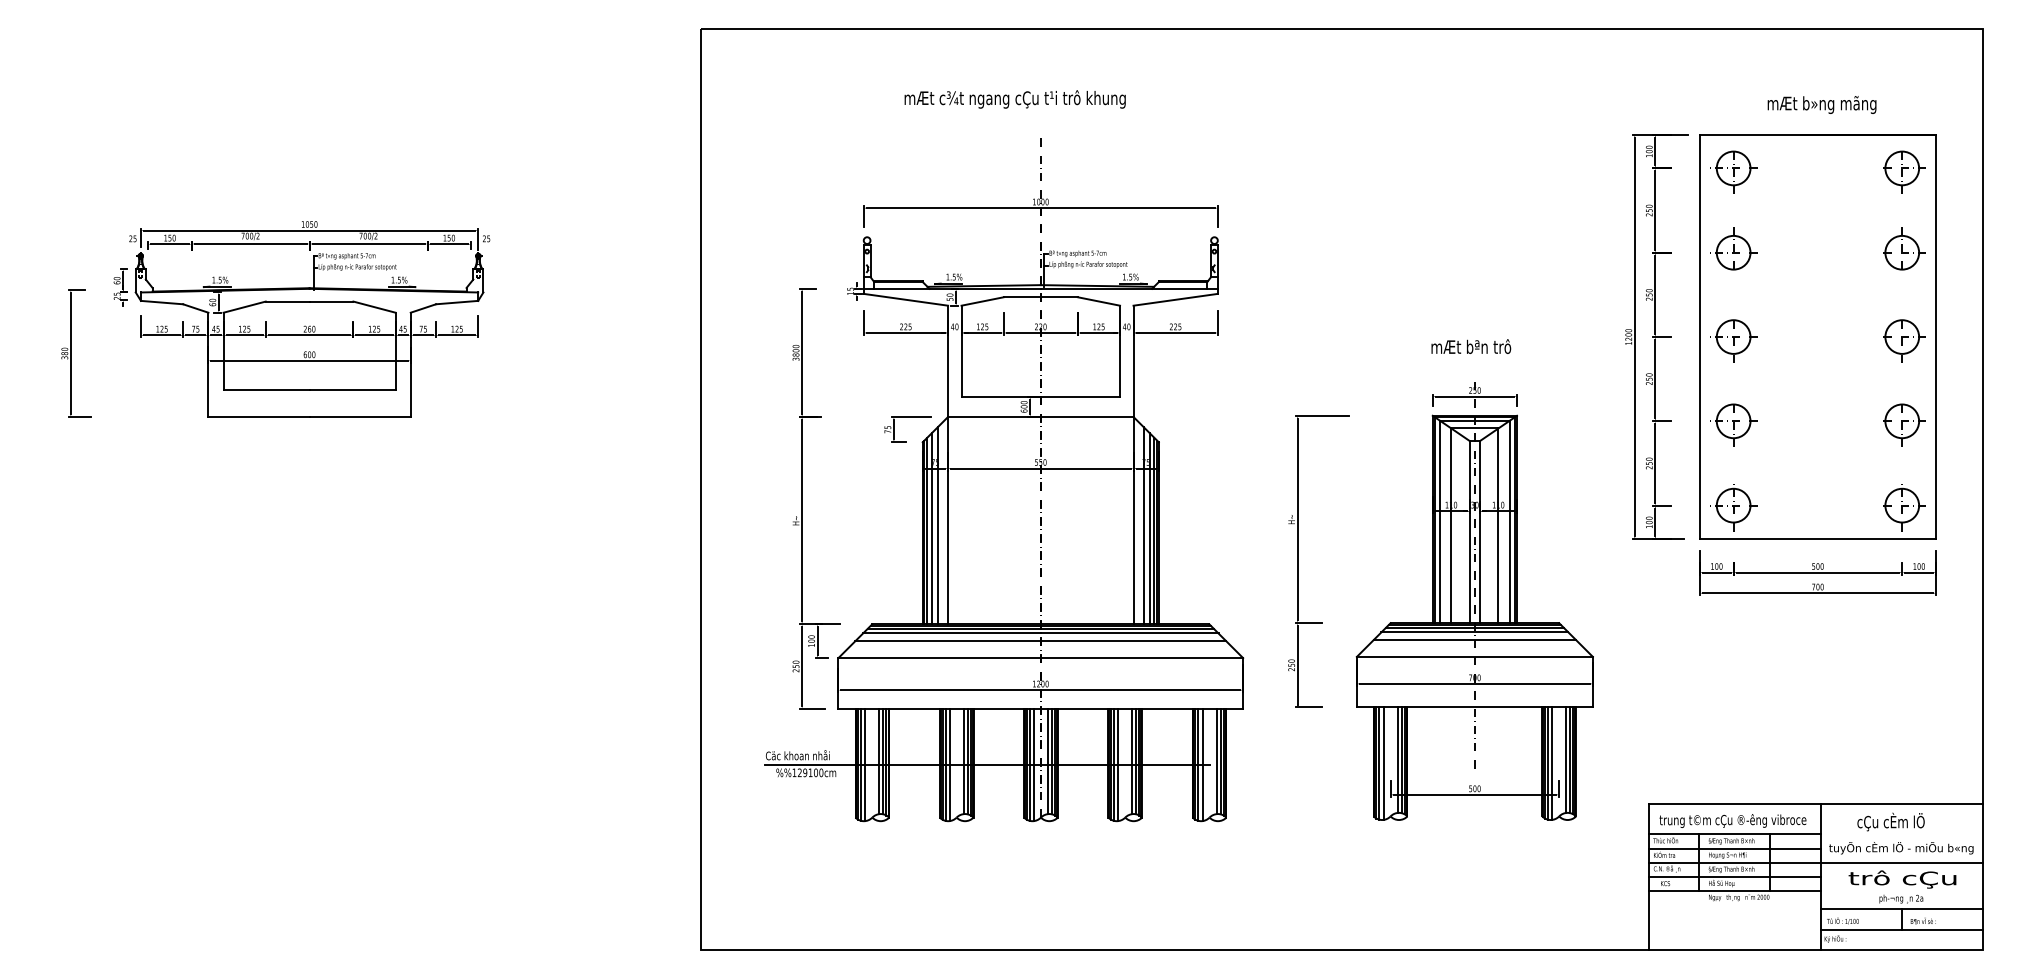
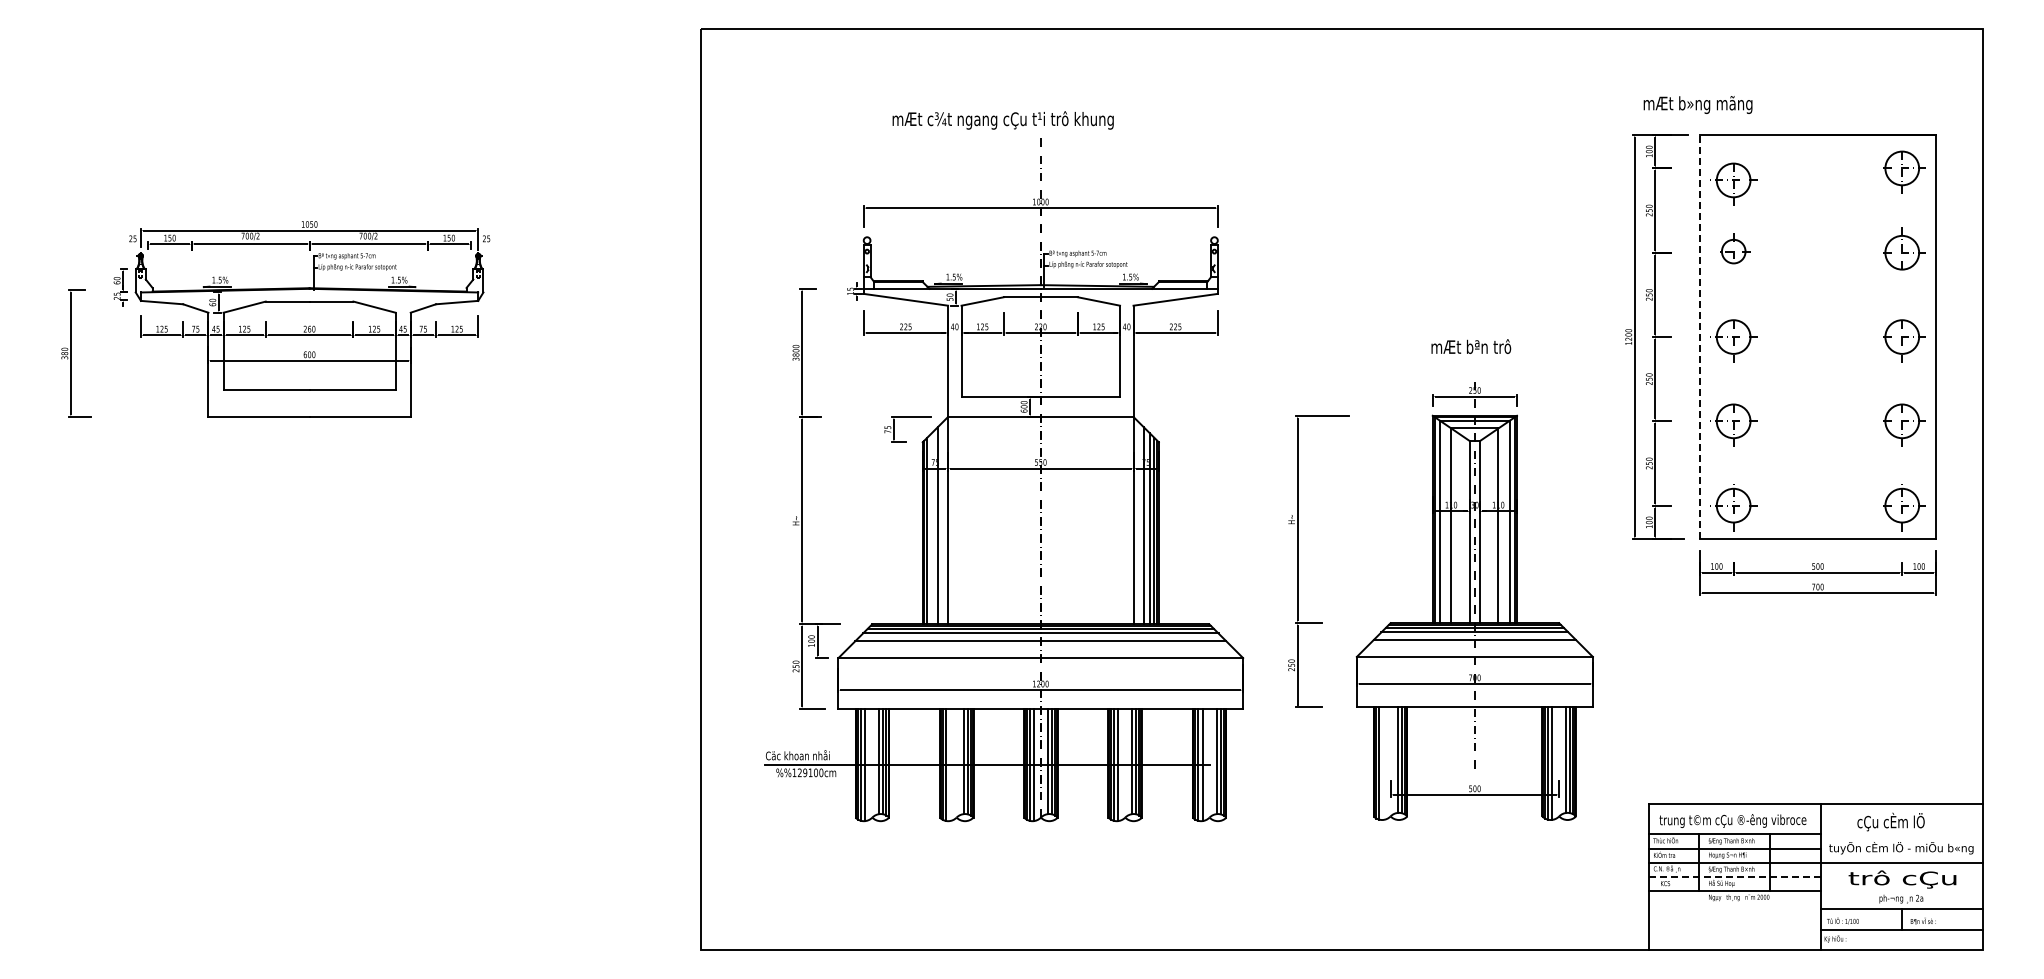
text at (1014, 99) position: (1014, 99) -> (1002, 120)
text at (1821, 104) position: (1821, 104) -> (1697, 104)
part at (1733, 171) position: (1733, 171) -> (1733, 183)
part at (1733, 248) size: 48x44 px -> 31x32 px
line at (1699, 336): solid -> dashed
line at (932, 528): present -> none
line at (1383, 763): present -> none
line at (949, 764): present -> none
line at (1734, 876): solid -> dashed
